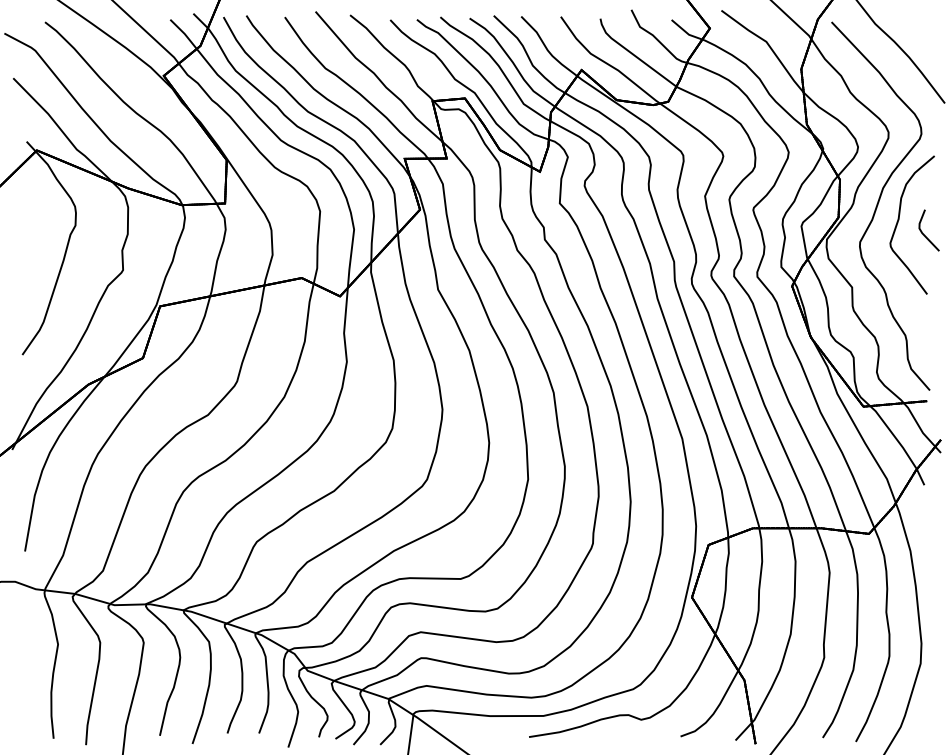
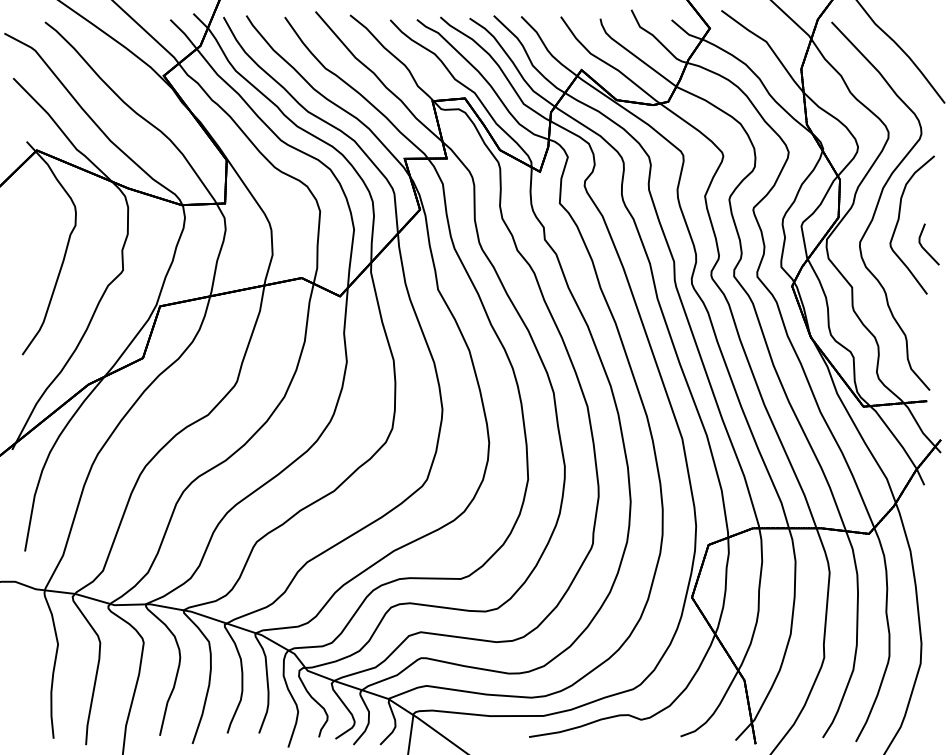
line at (924, 234) position: (924, 234) -> (924, 248)
